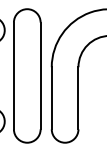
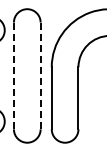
line at (40, 75): solid -> dashed
line at (13, 76): solid -> dashed
